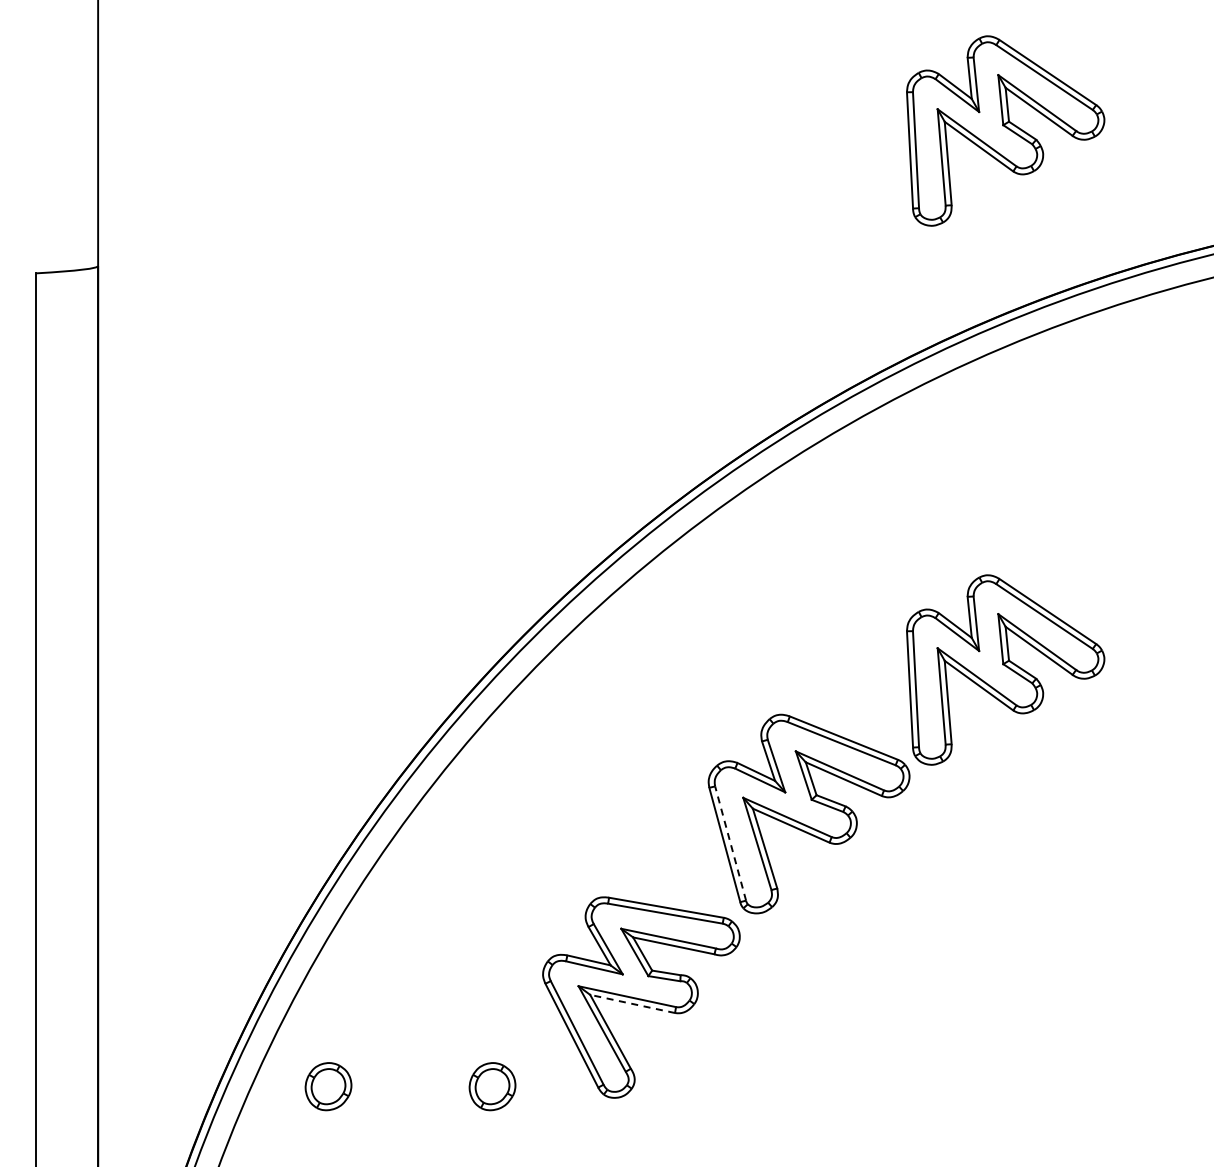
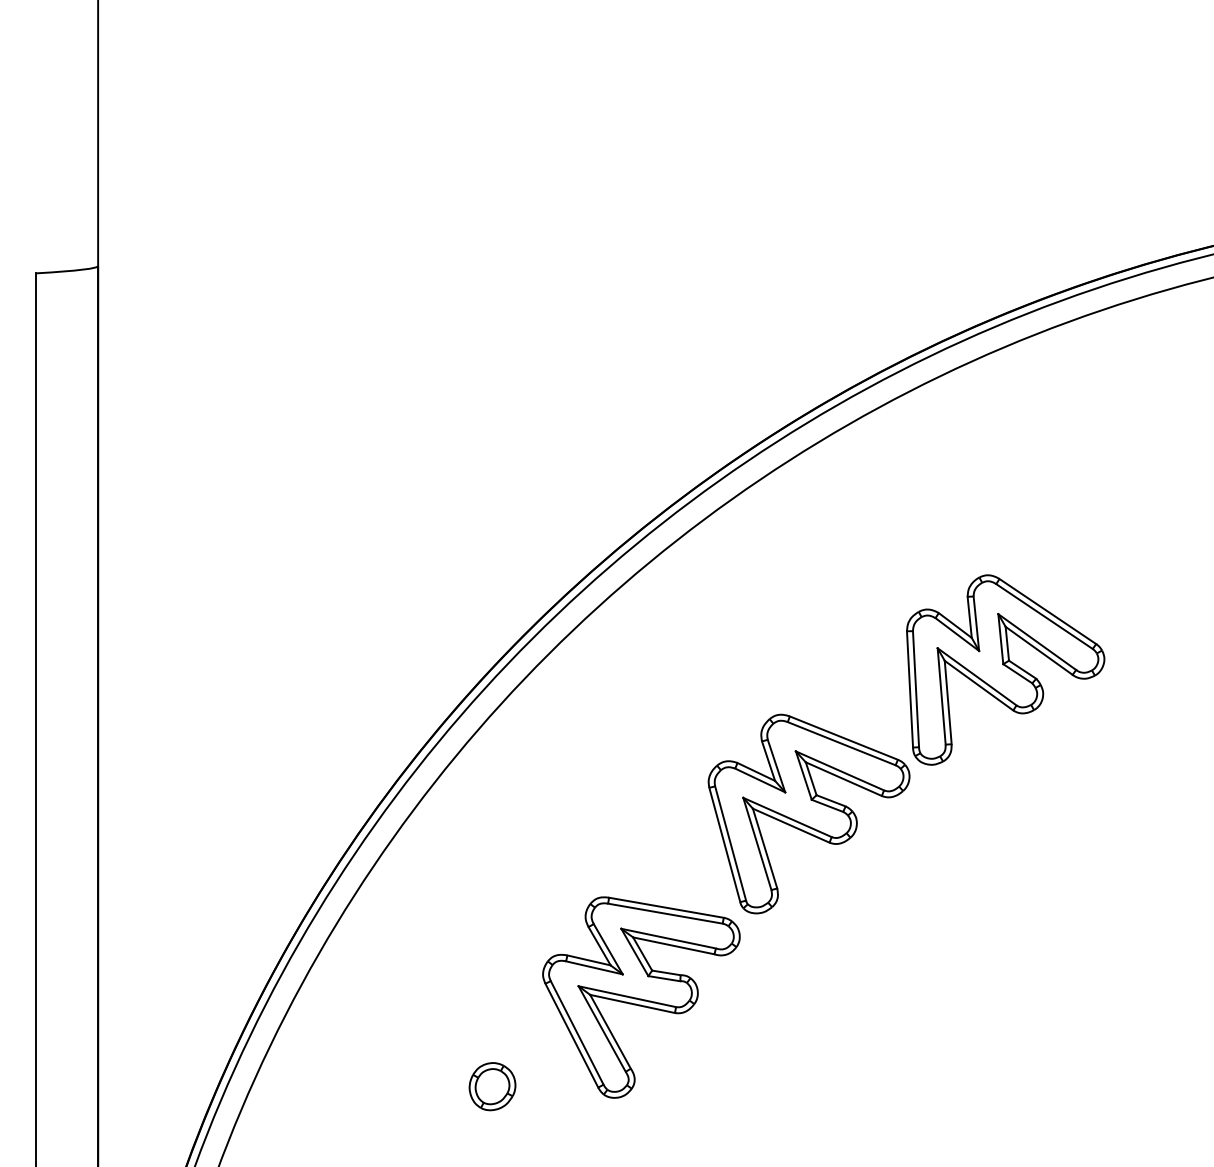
part at (1005, 130): present -> none
line at (730, 843): dashed -> solid
line at (632, 1003): dashed -> solid
part at (328, 1086): present -> none
